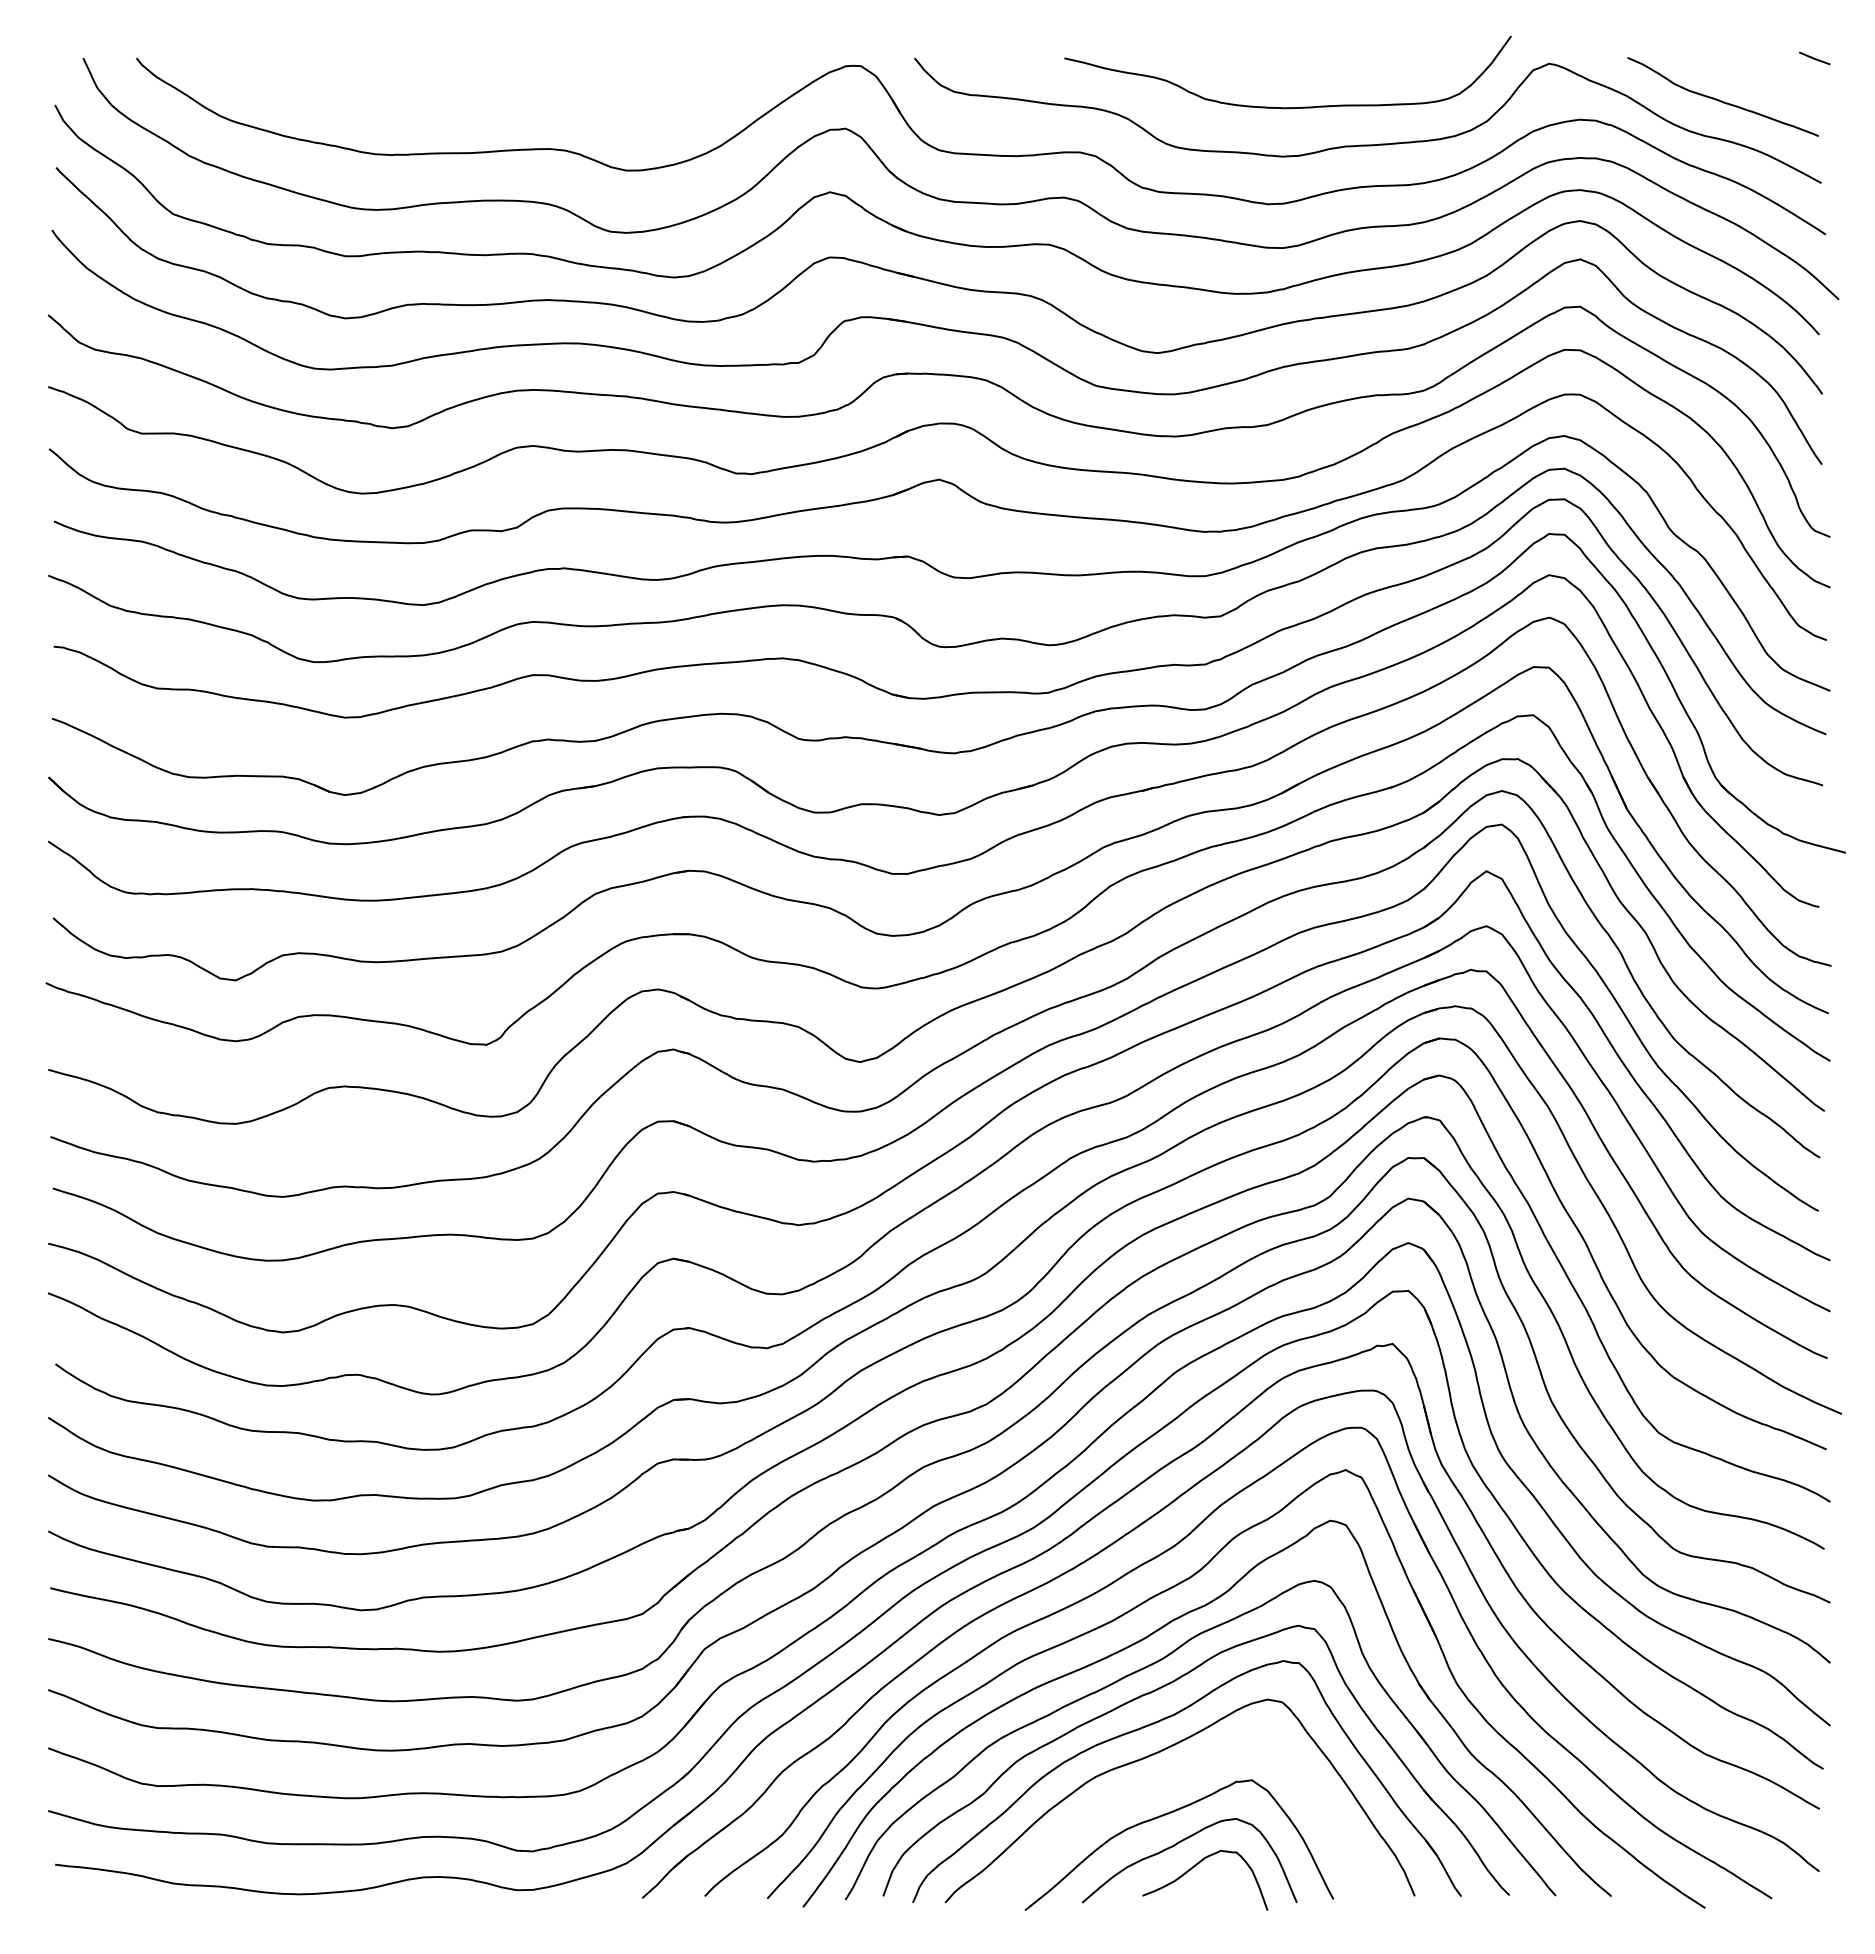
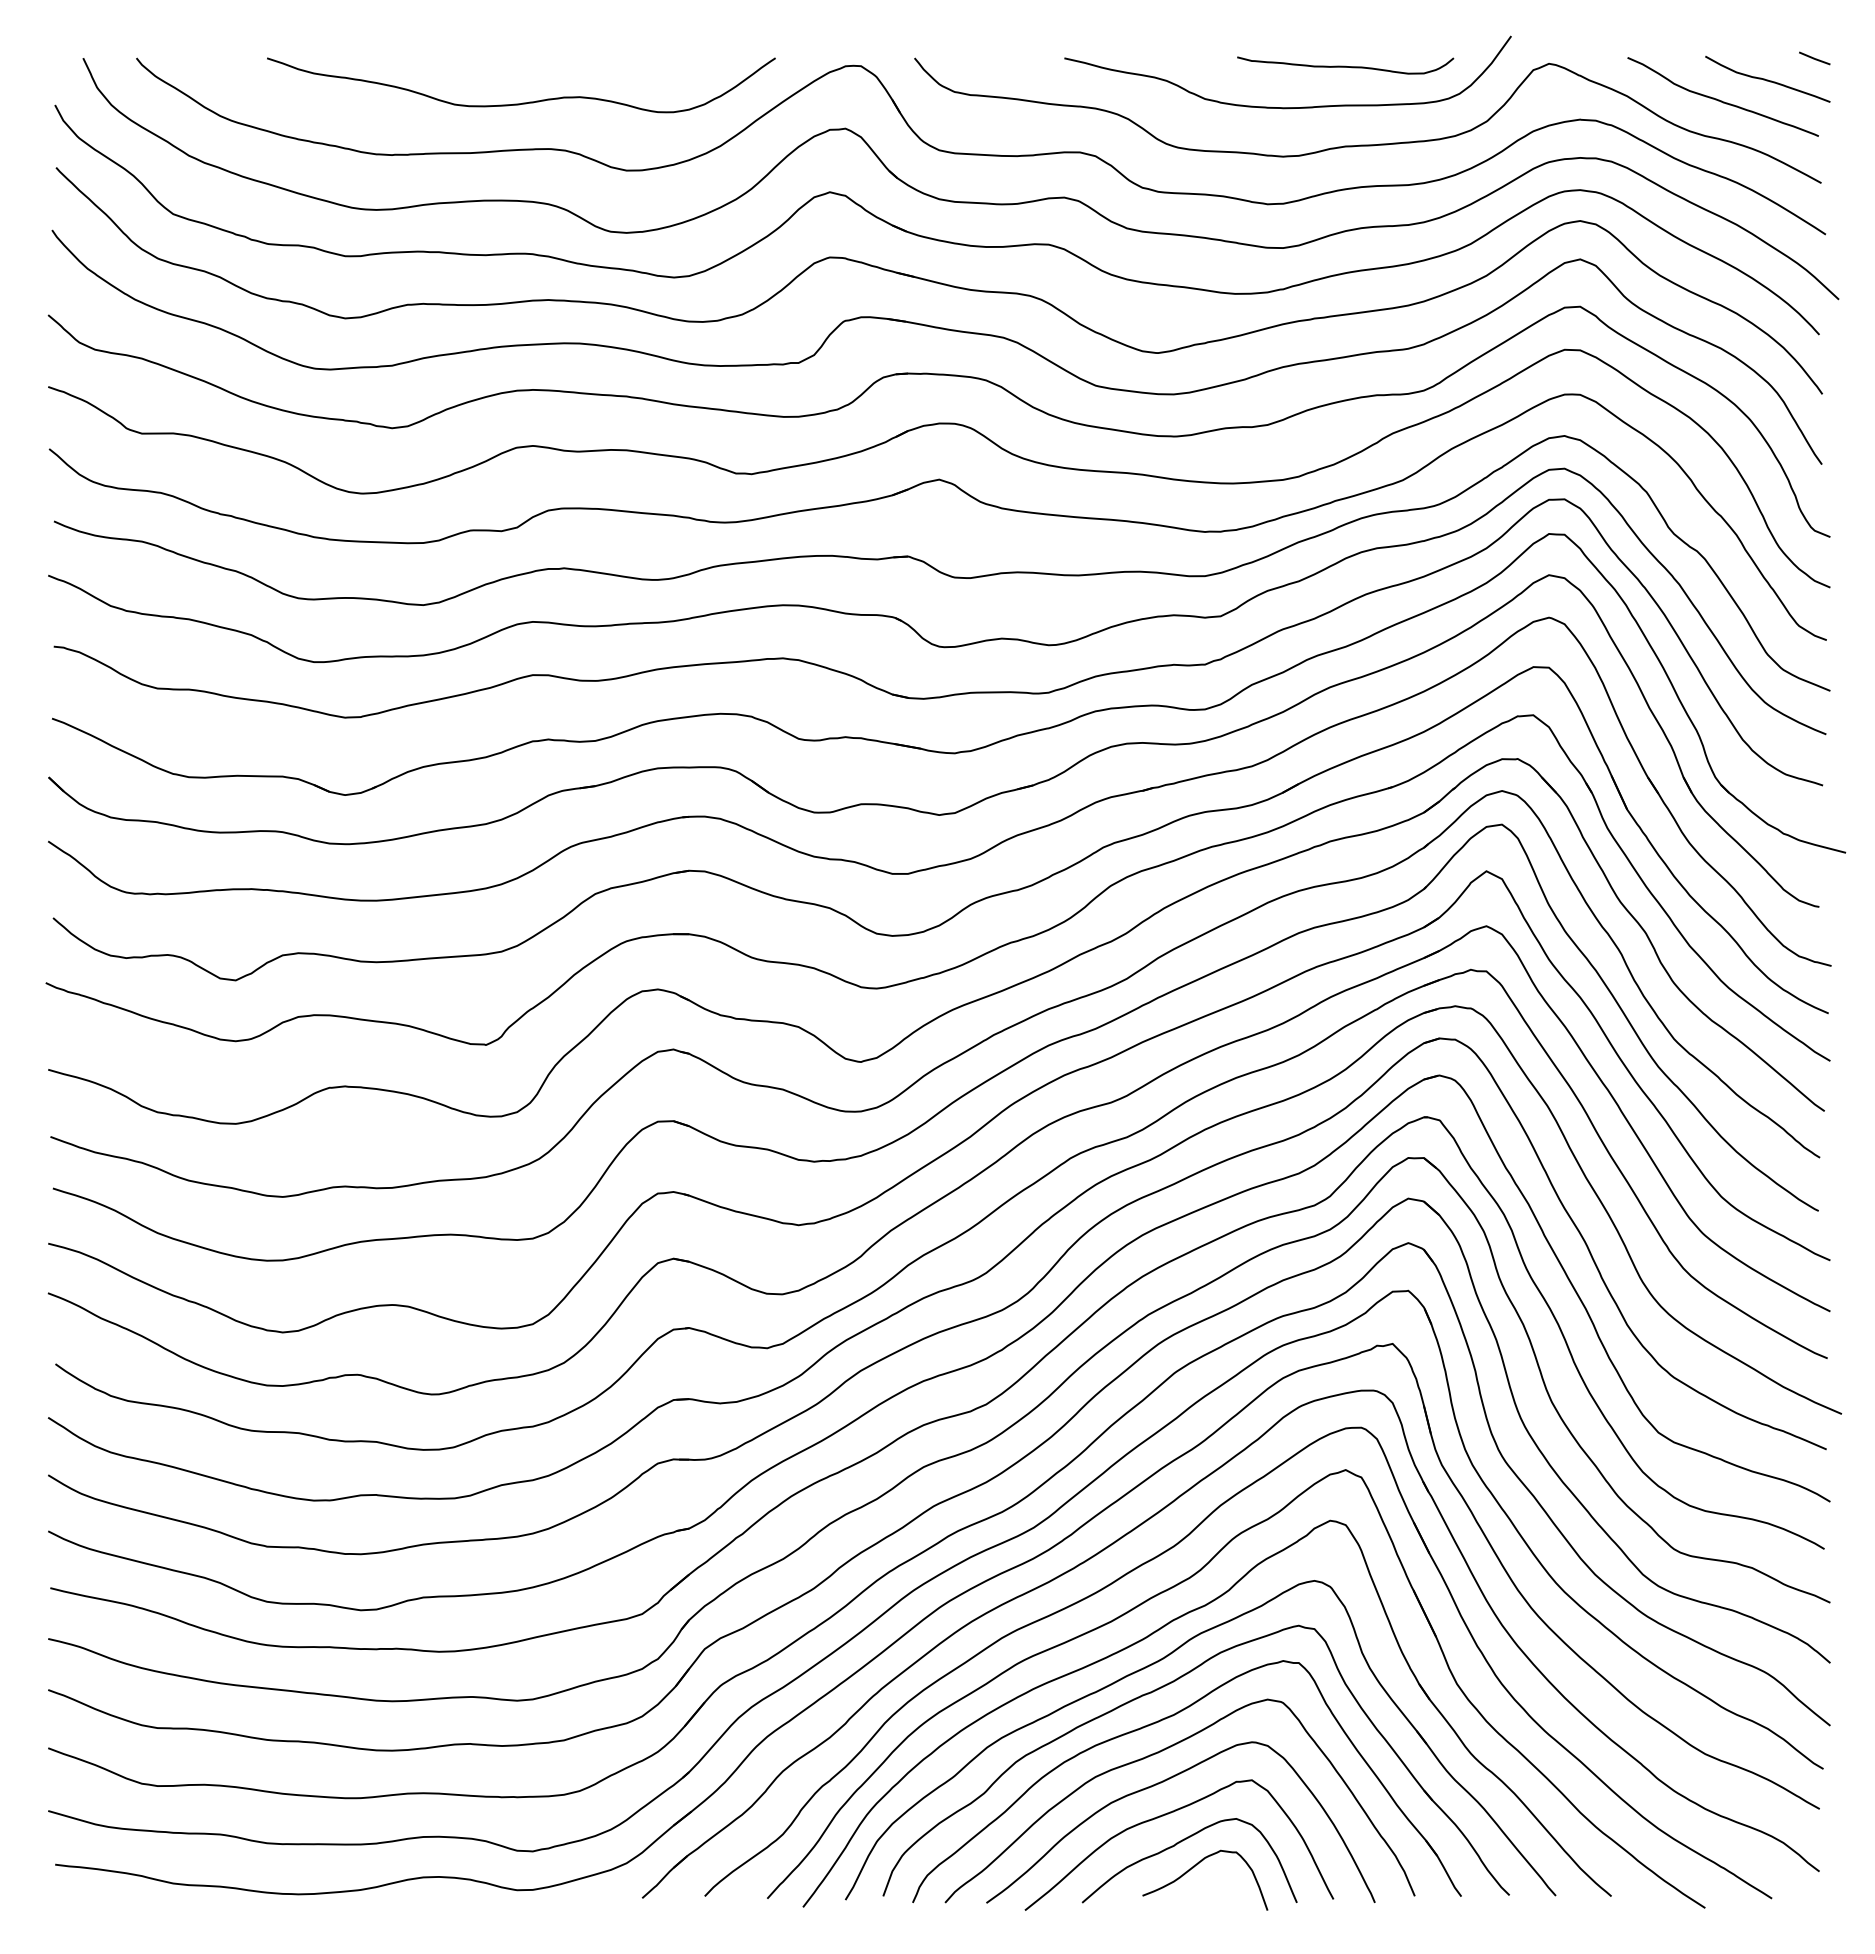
curve at (1345, 65): none -> present
curve at (1767, 79): none -> present
curve at (522, 102): none -> present
curve at (1161, 1783): none -> present
